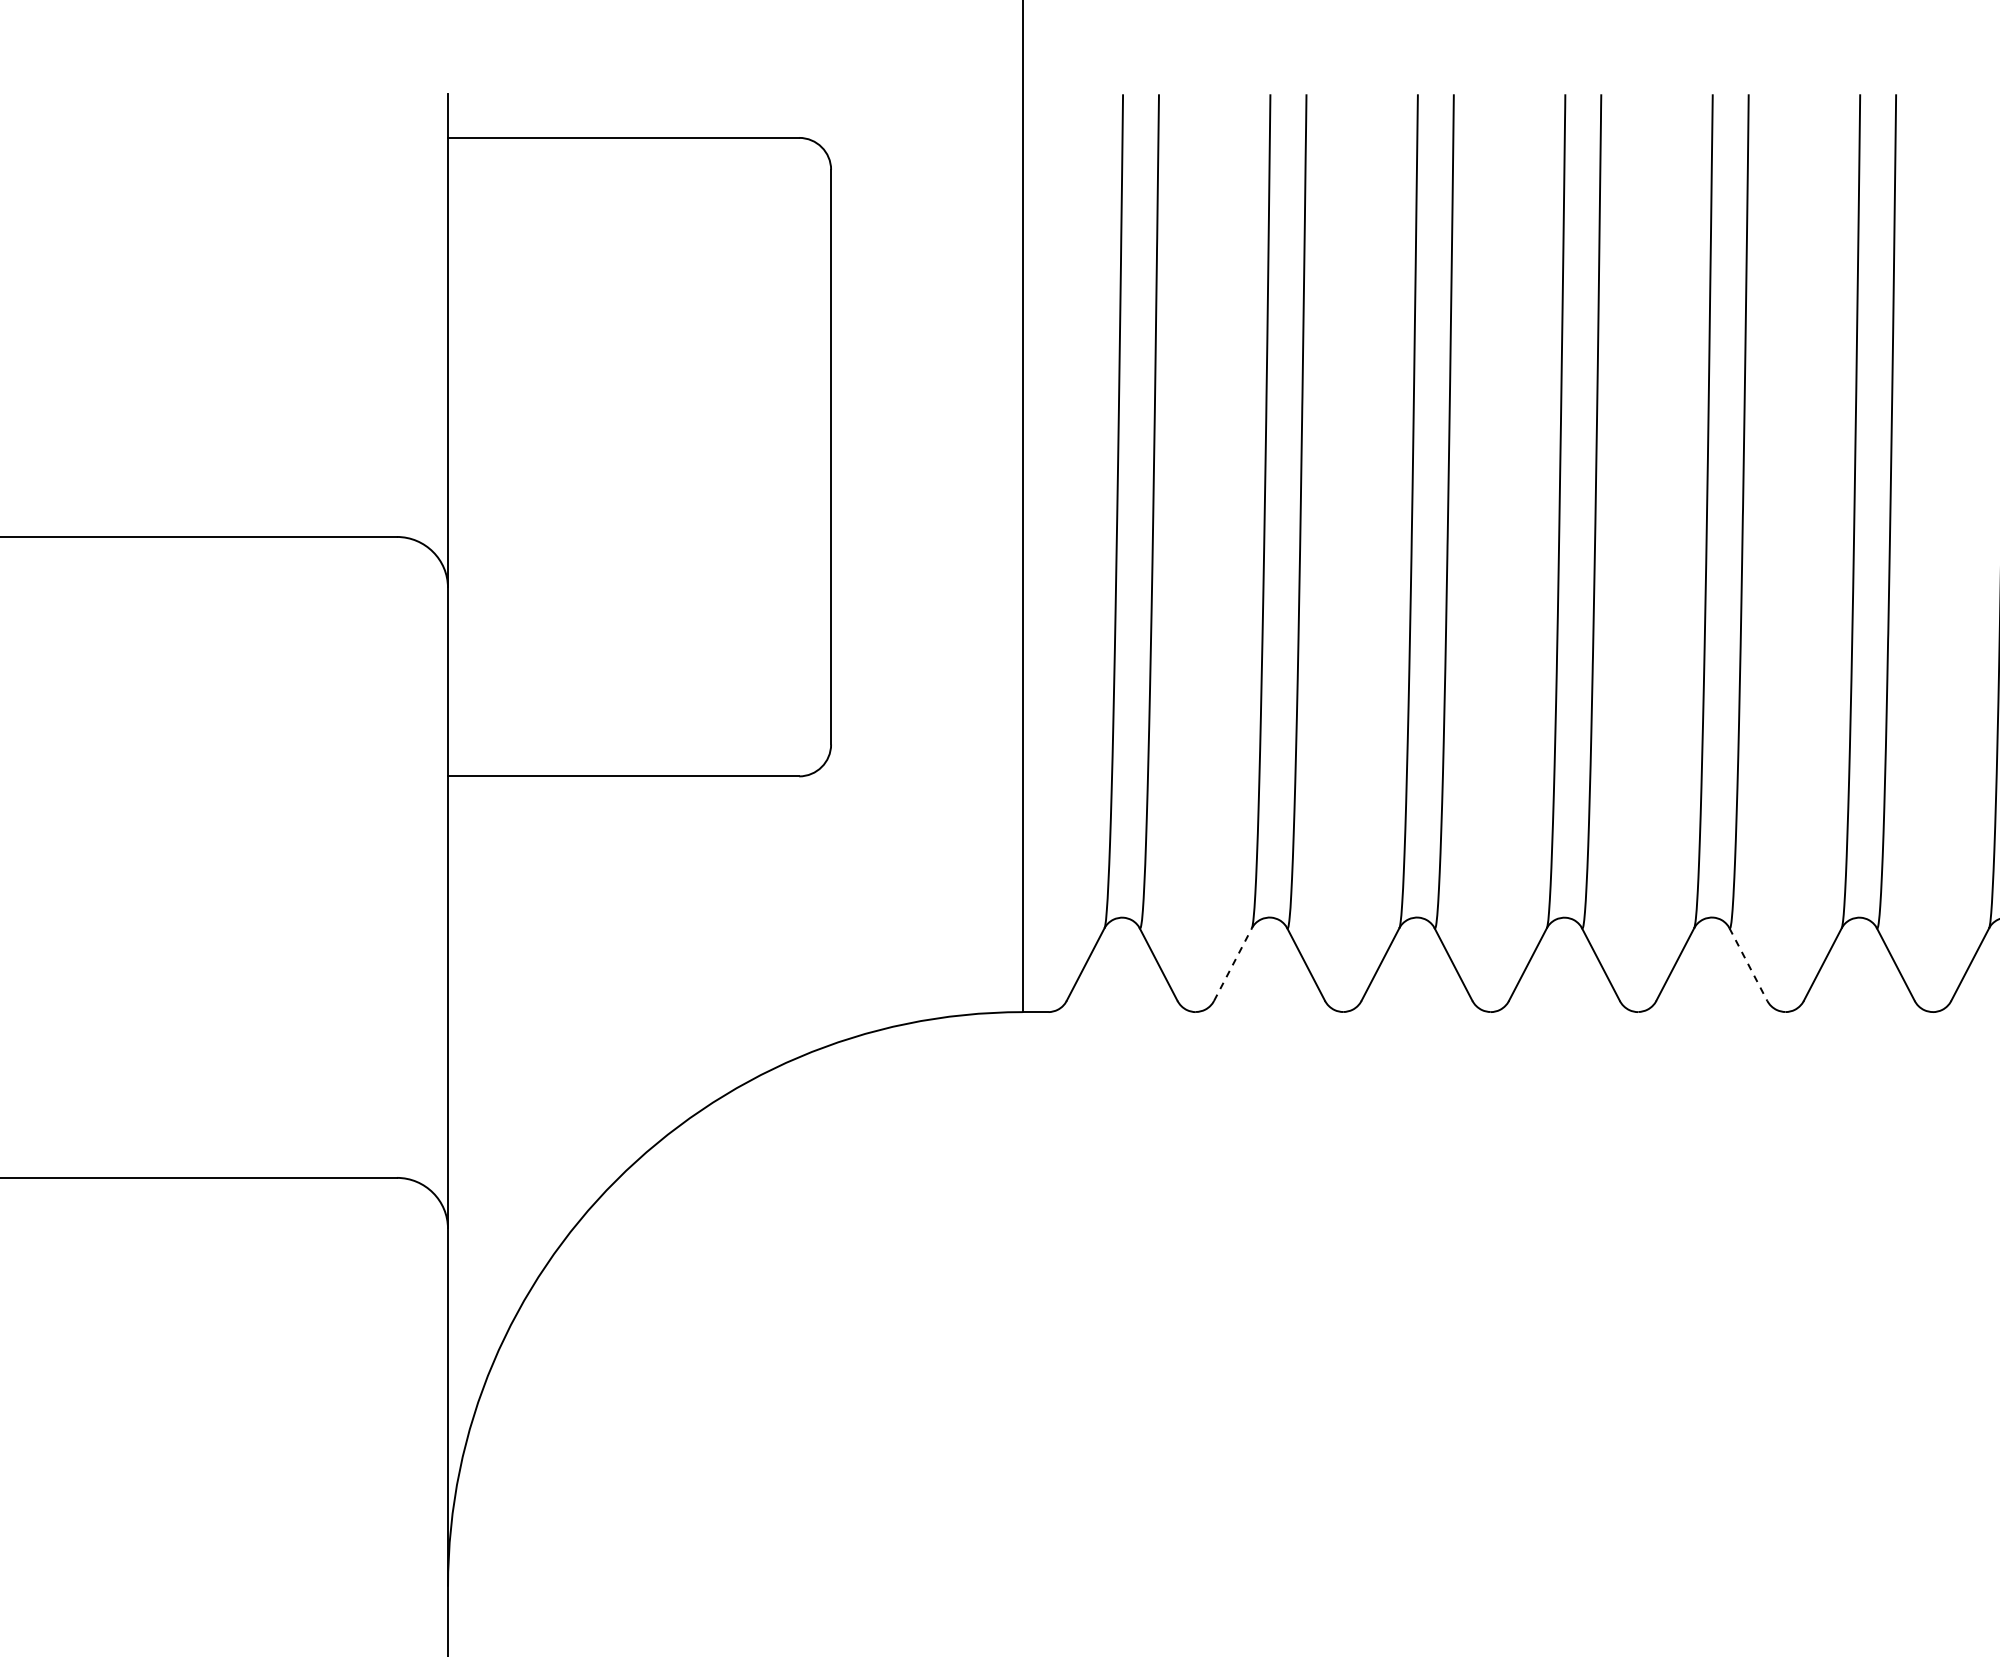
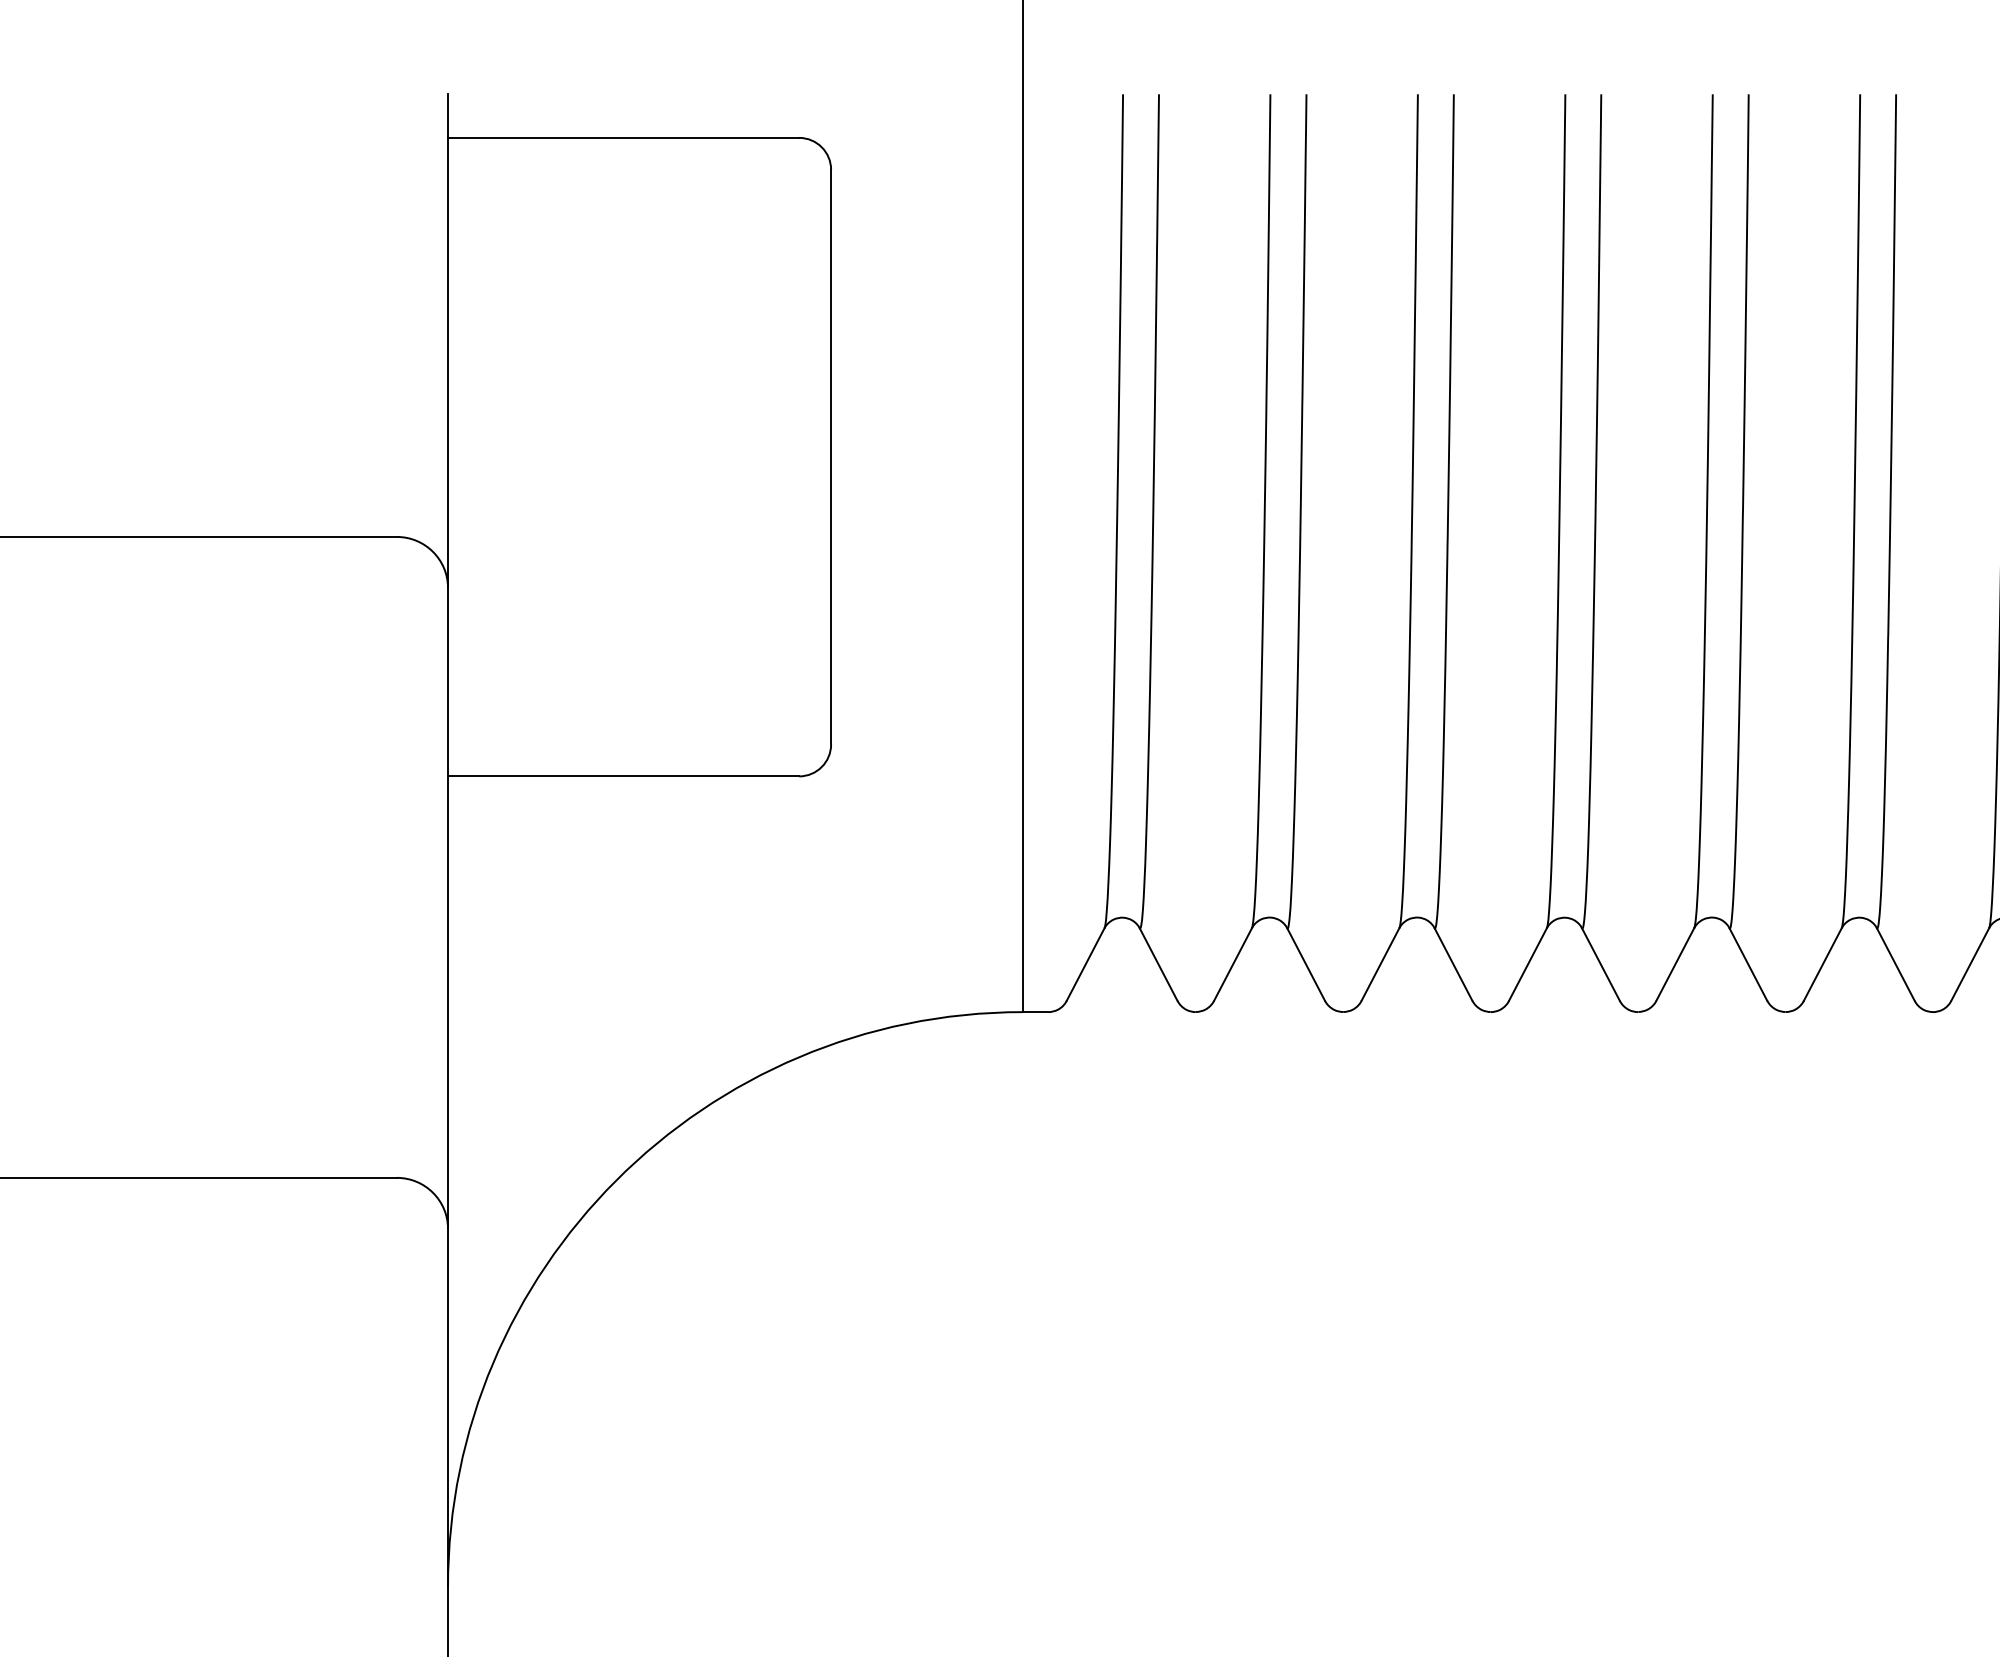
line at (1233, 964): dashed -> solid
line at (1748, 964): dashed -> solid
